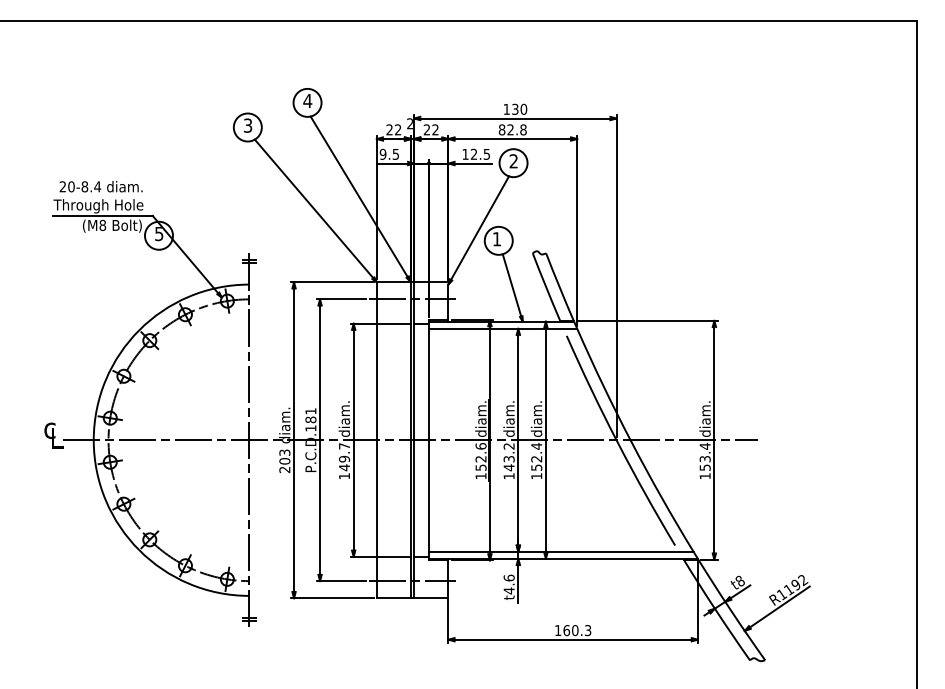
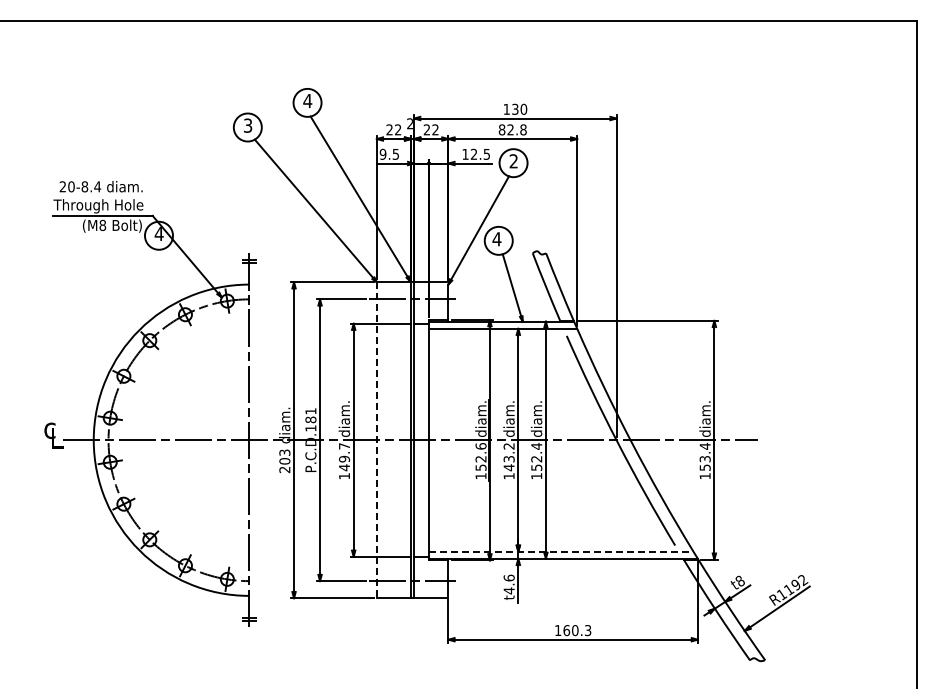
text at (158, 234): 5 -> 4
text at (496, 239): 1 -> 4
line at (376, 440): solid -> dashed
line at (561, 551): solid -> dashed
